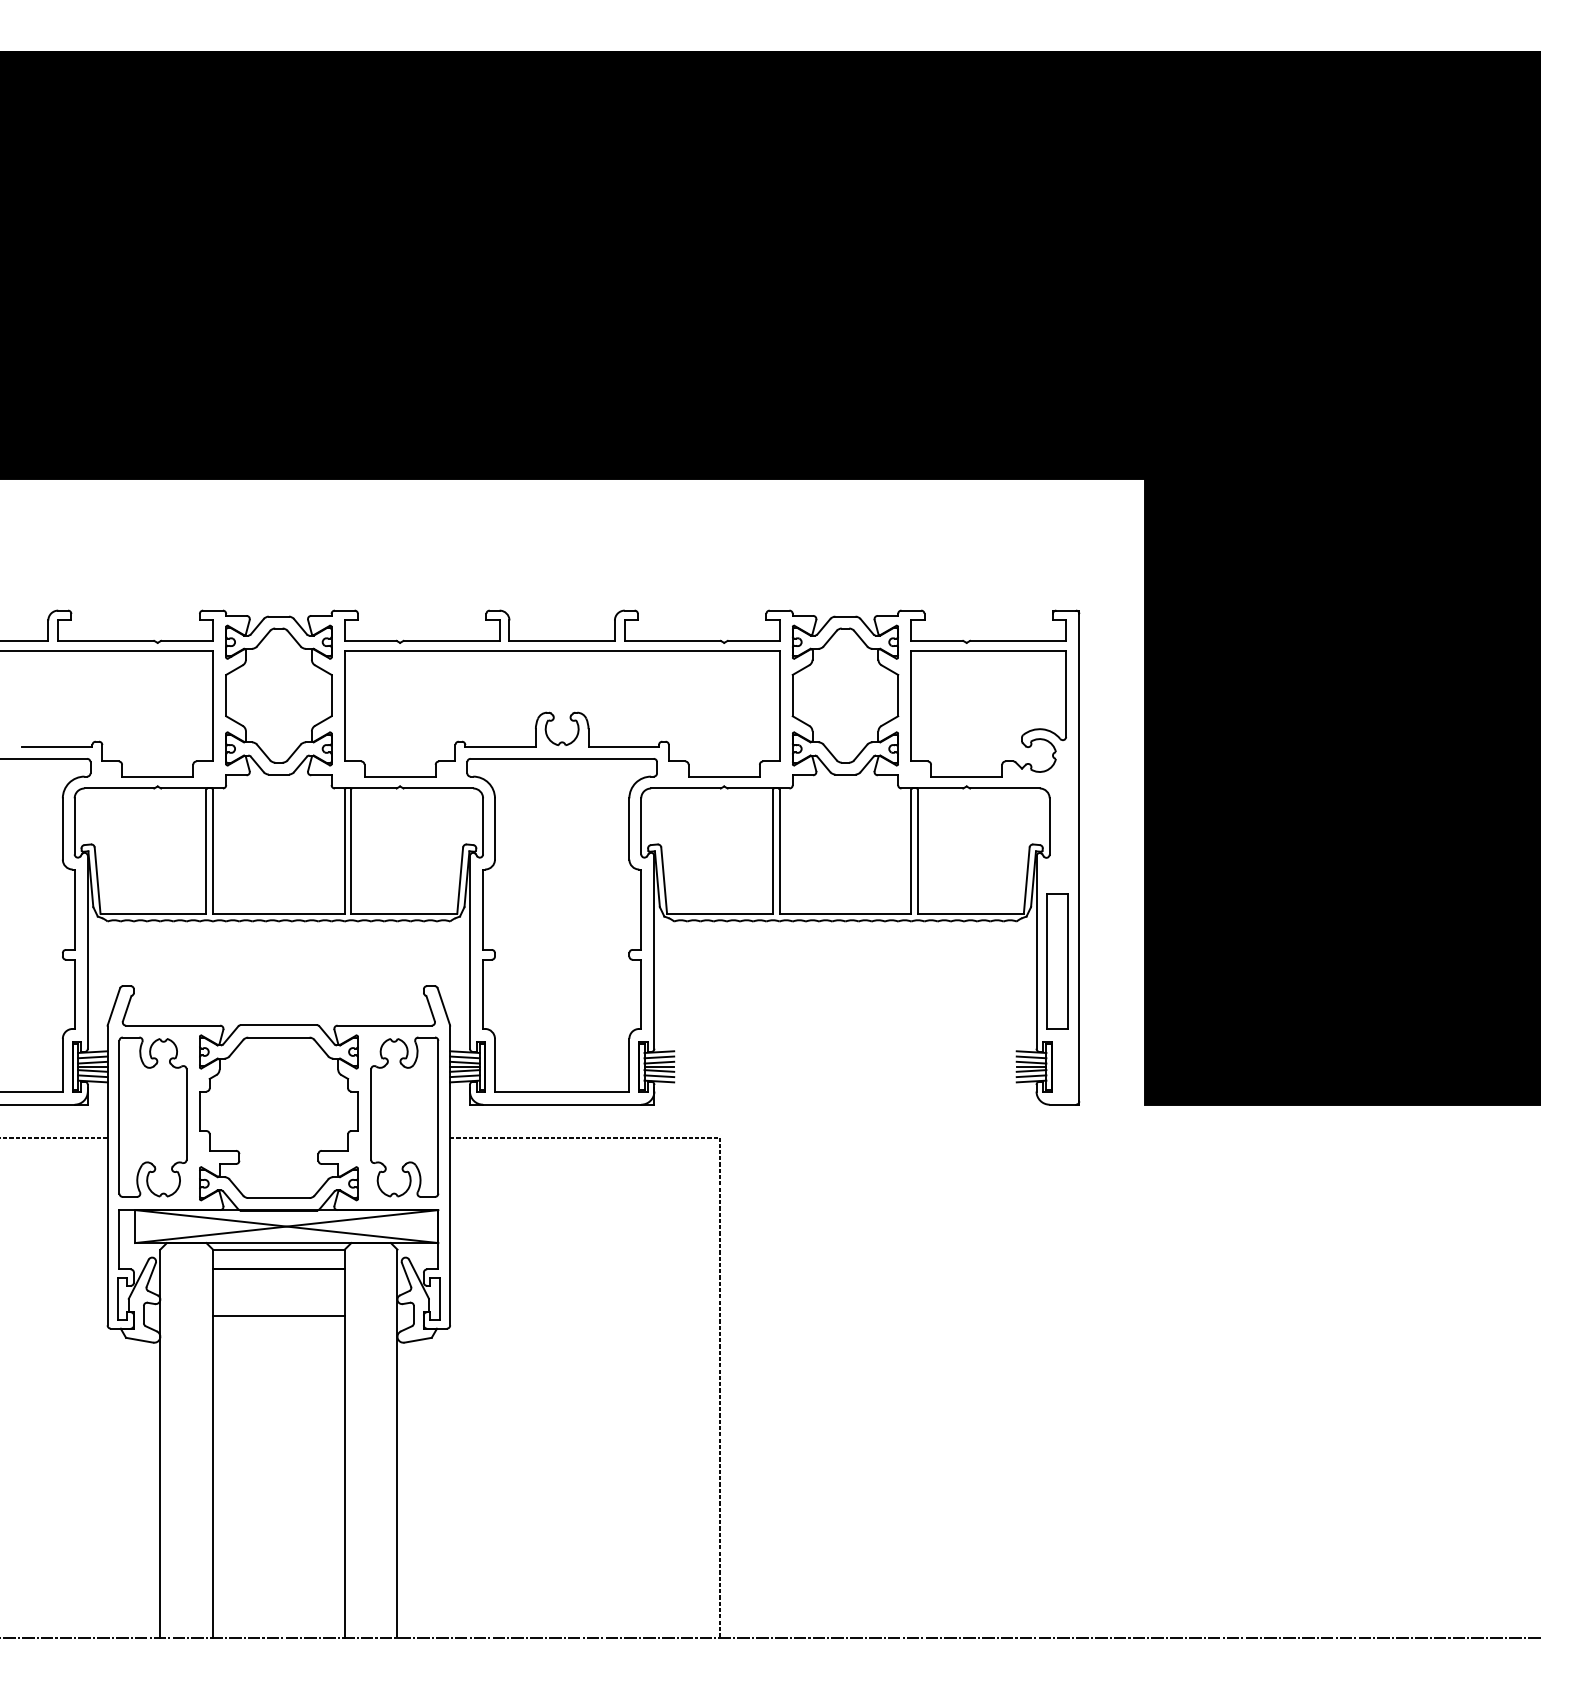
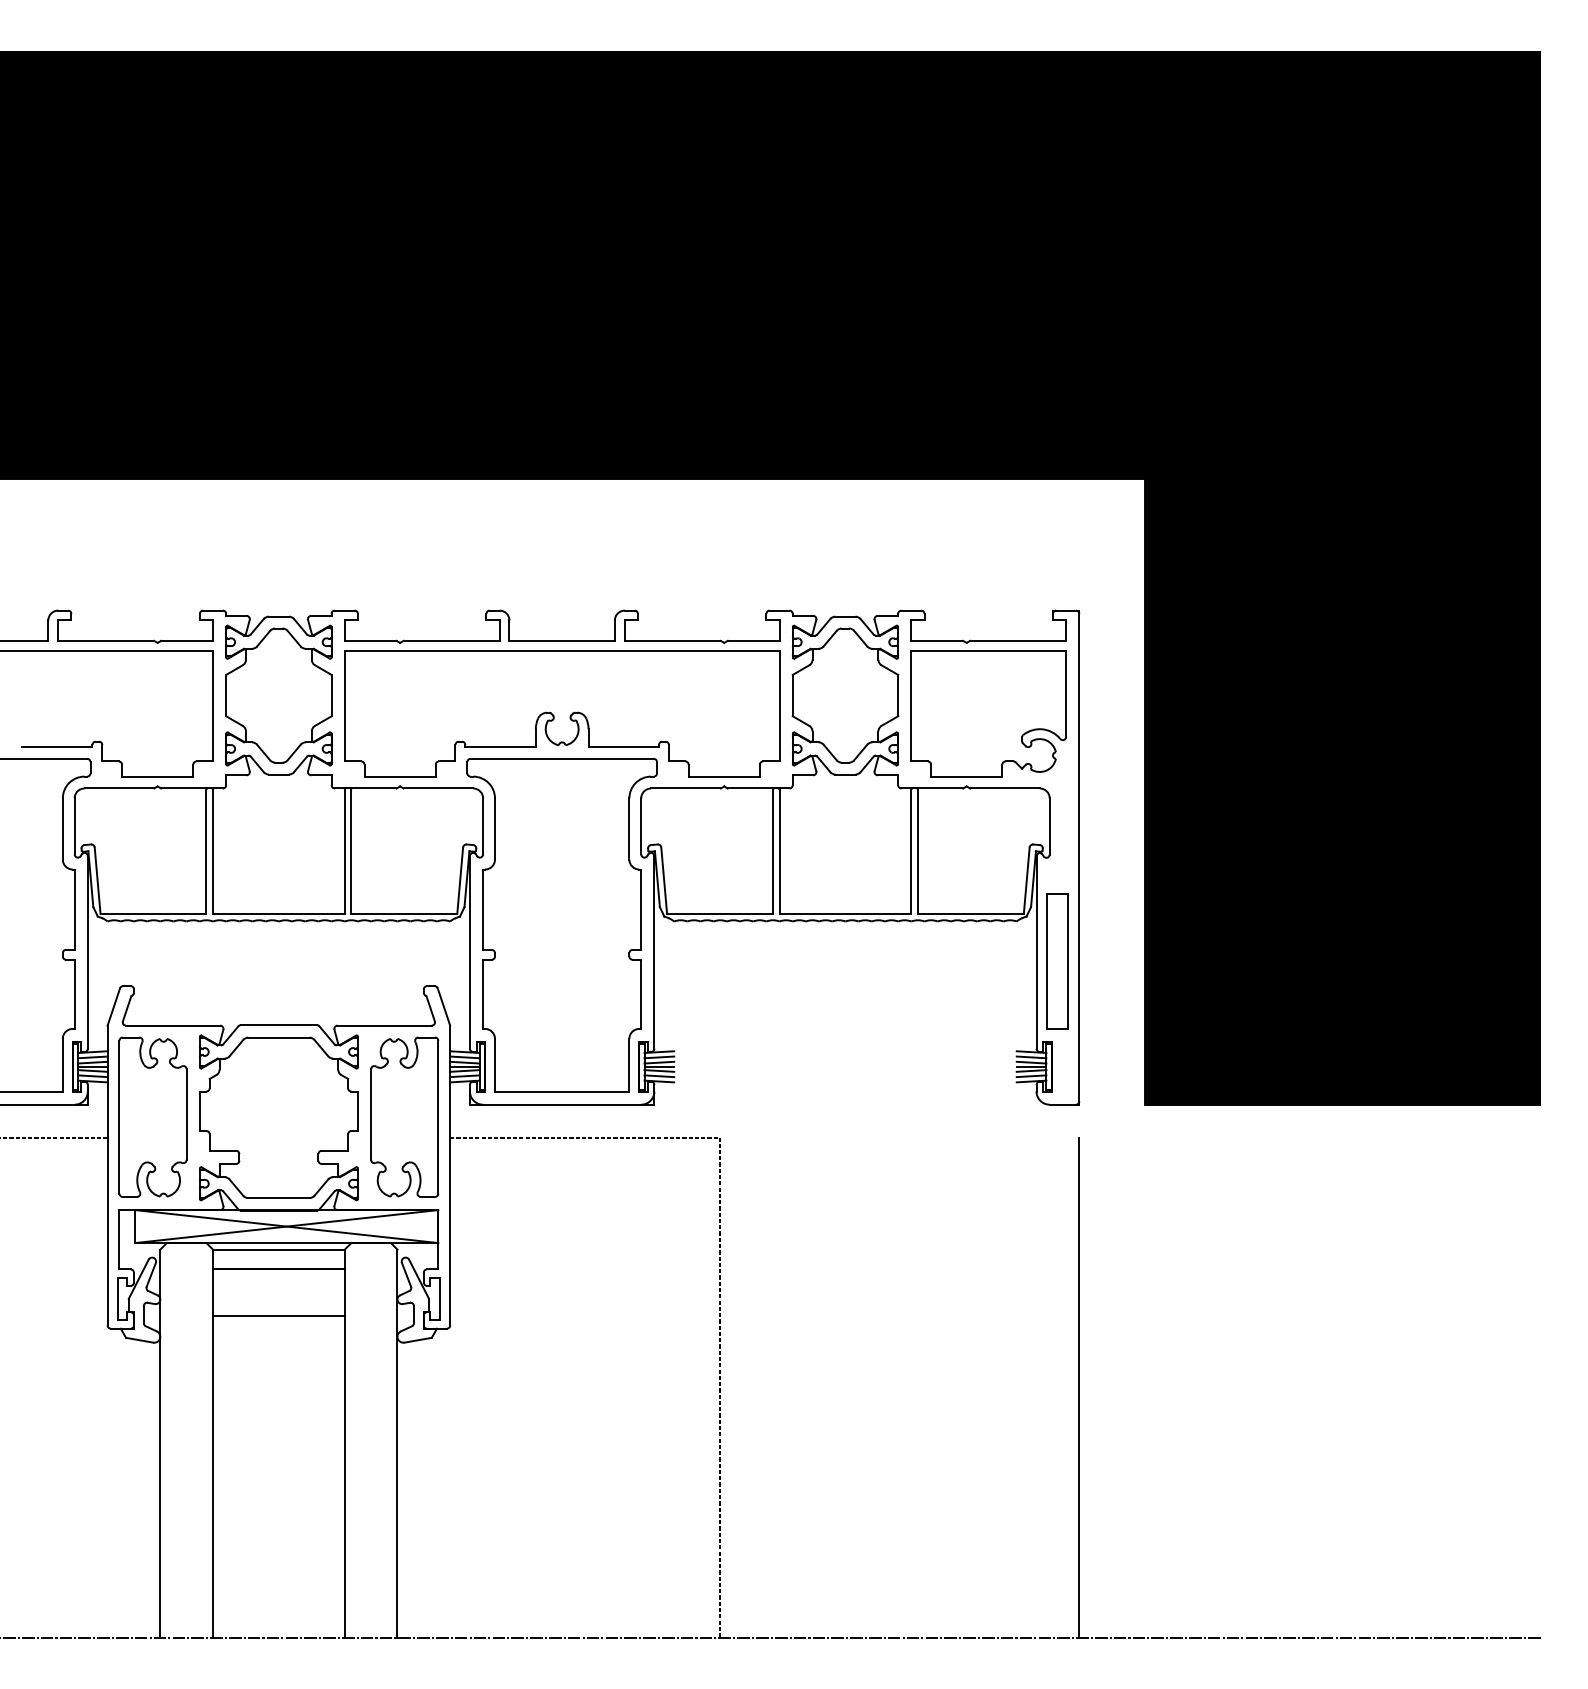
line at (1079, 1387): none -> present
